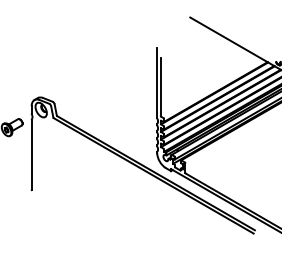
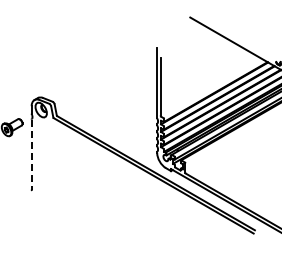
line at (31, 154): solid -> dashed
